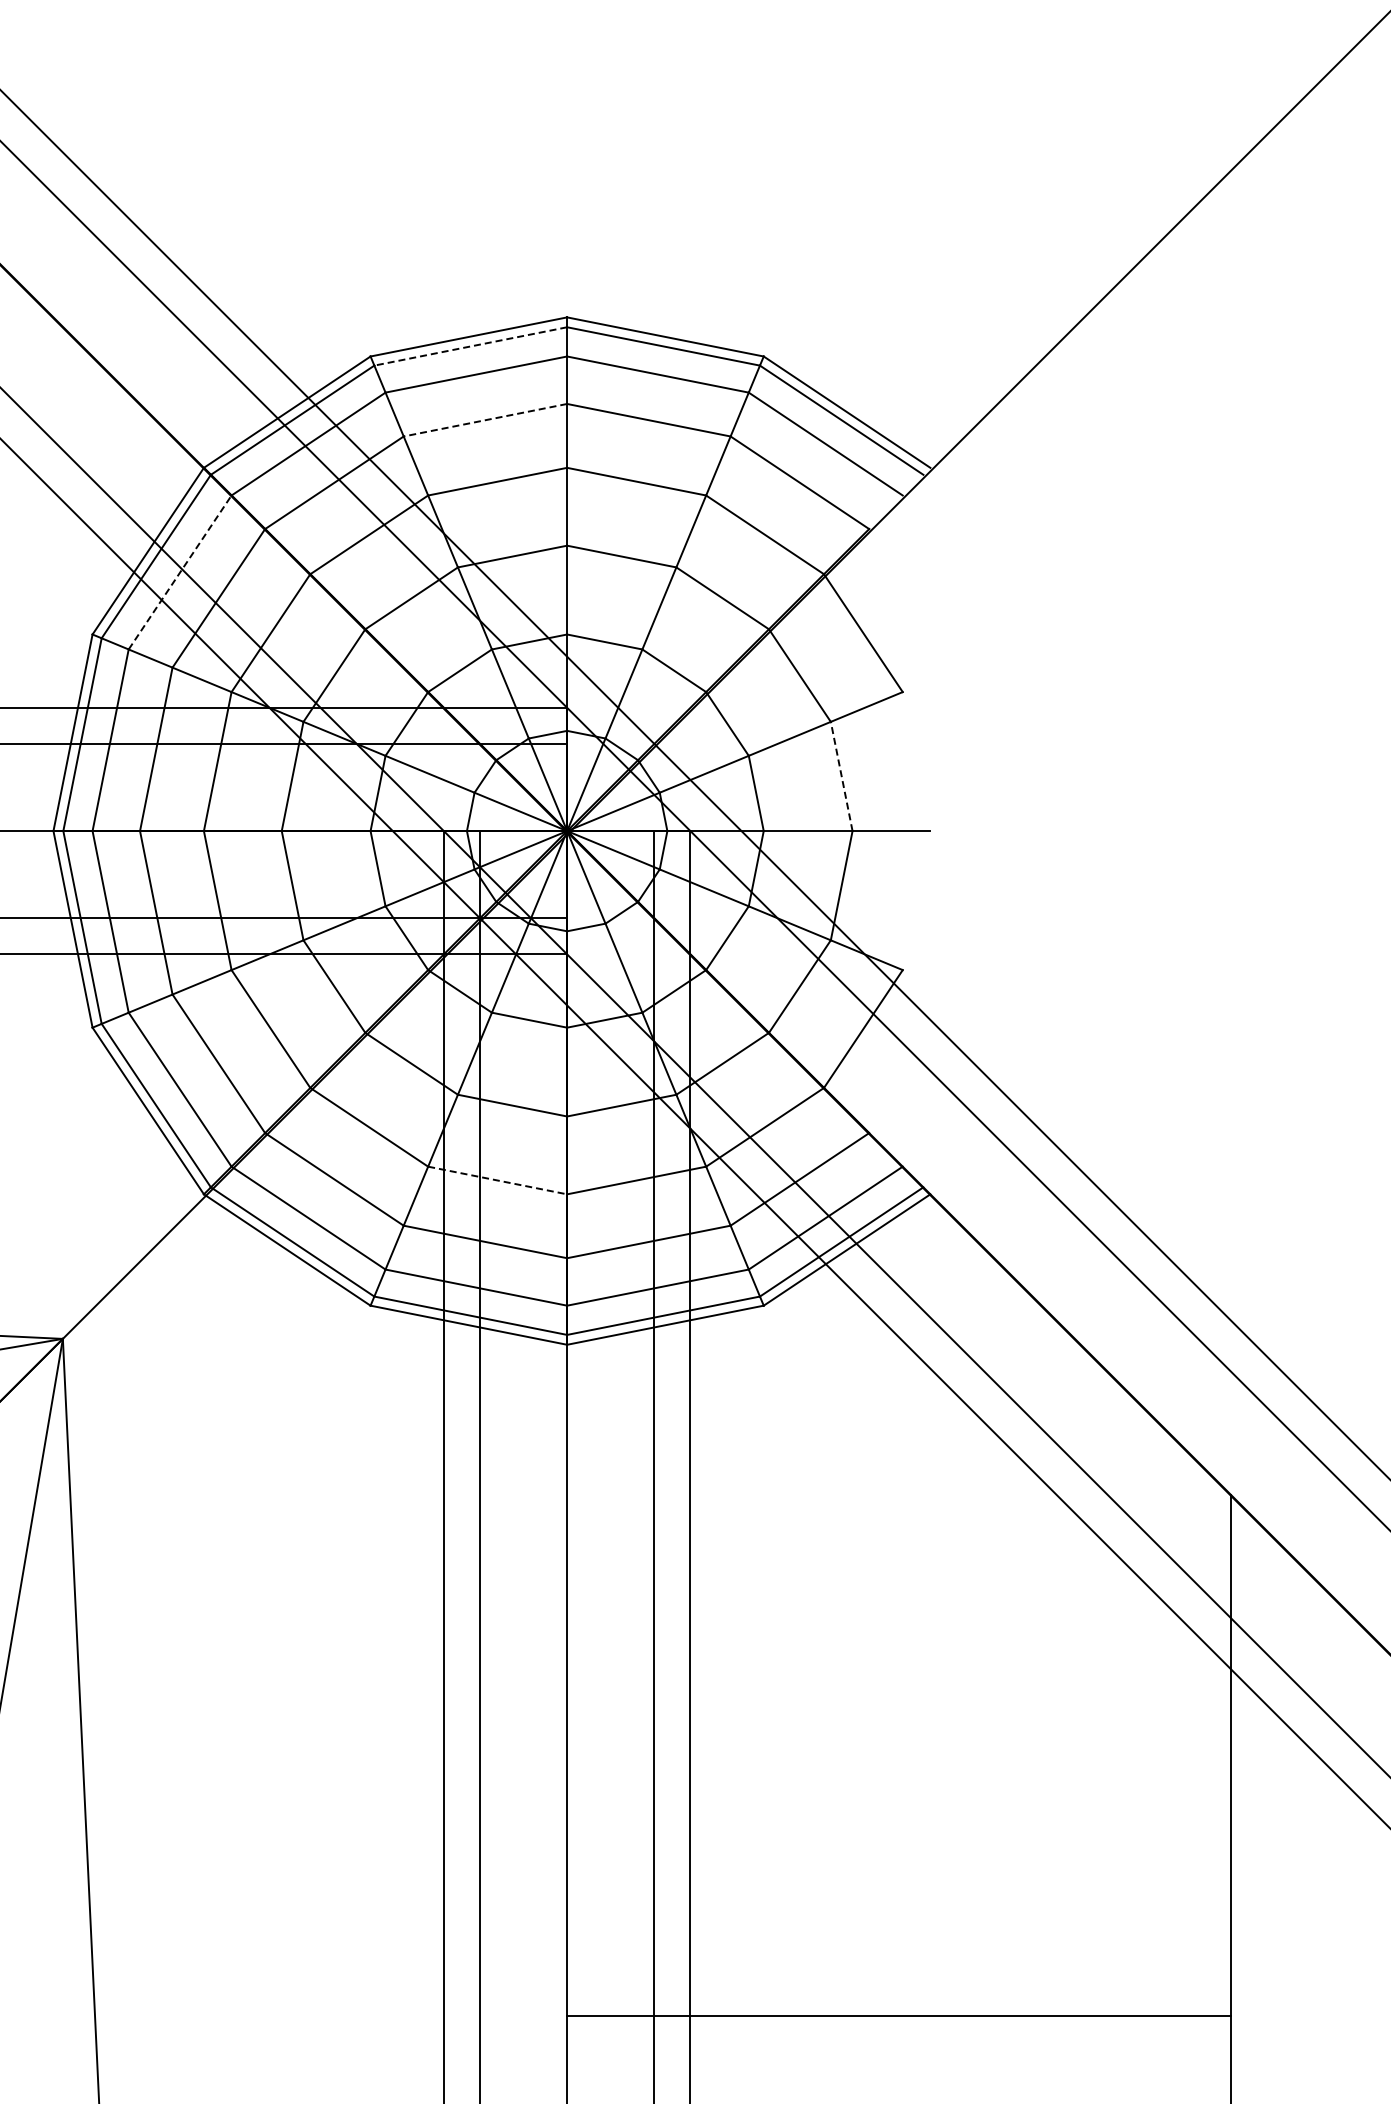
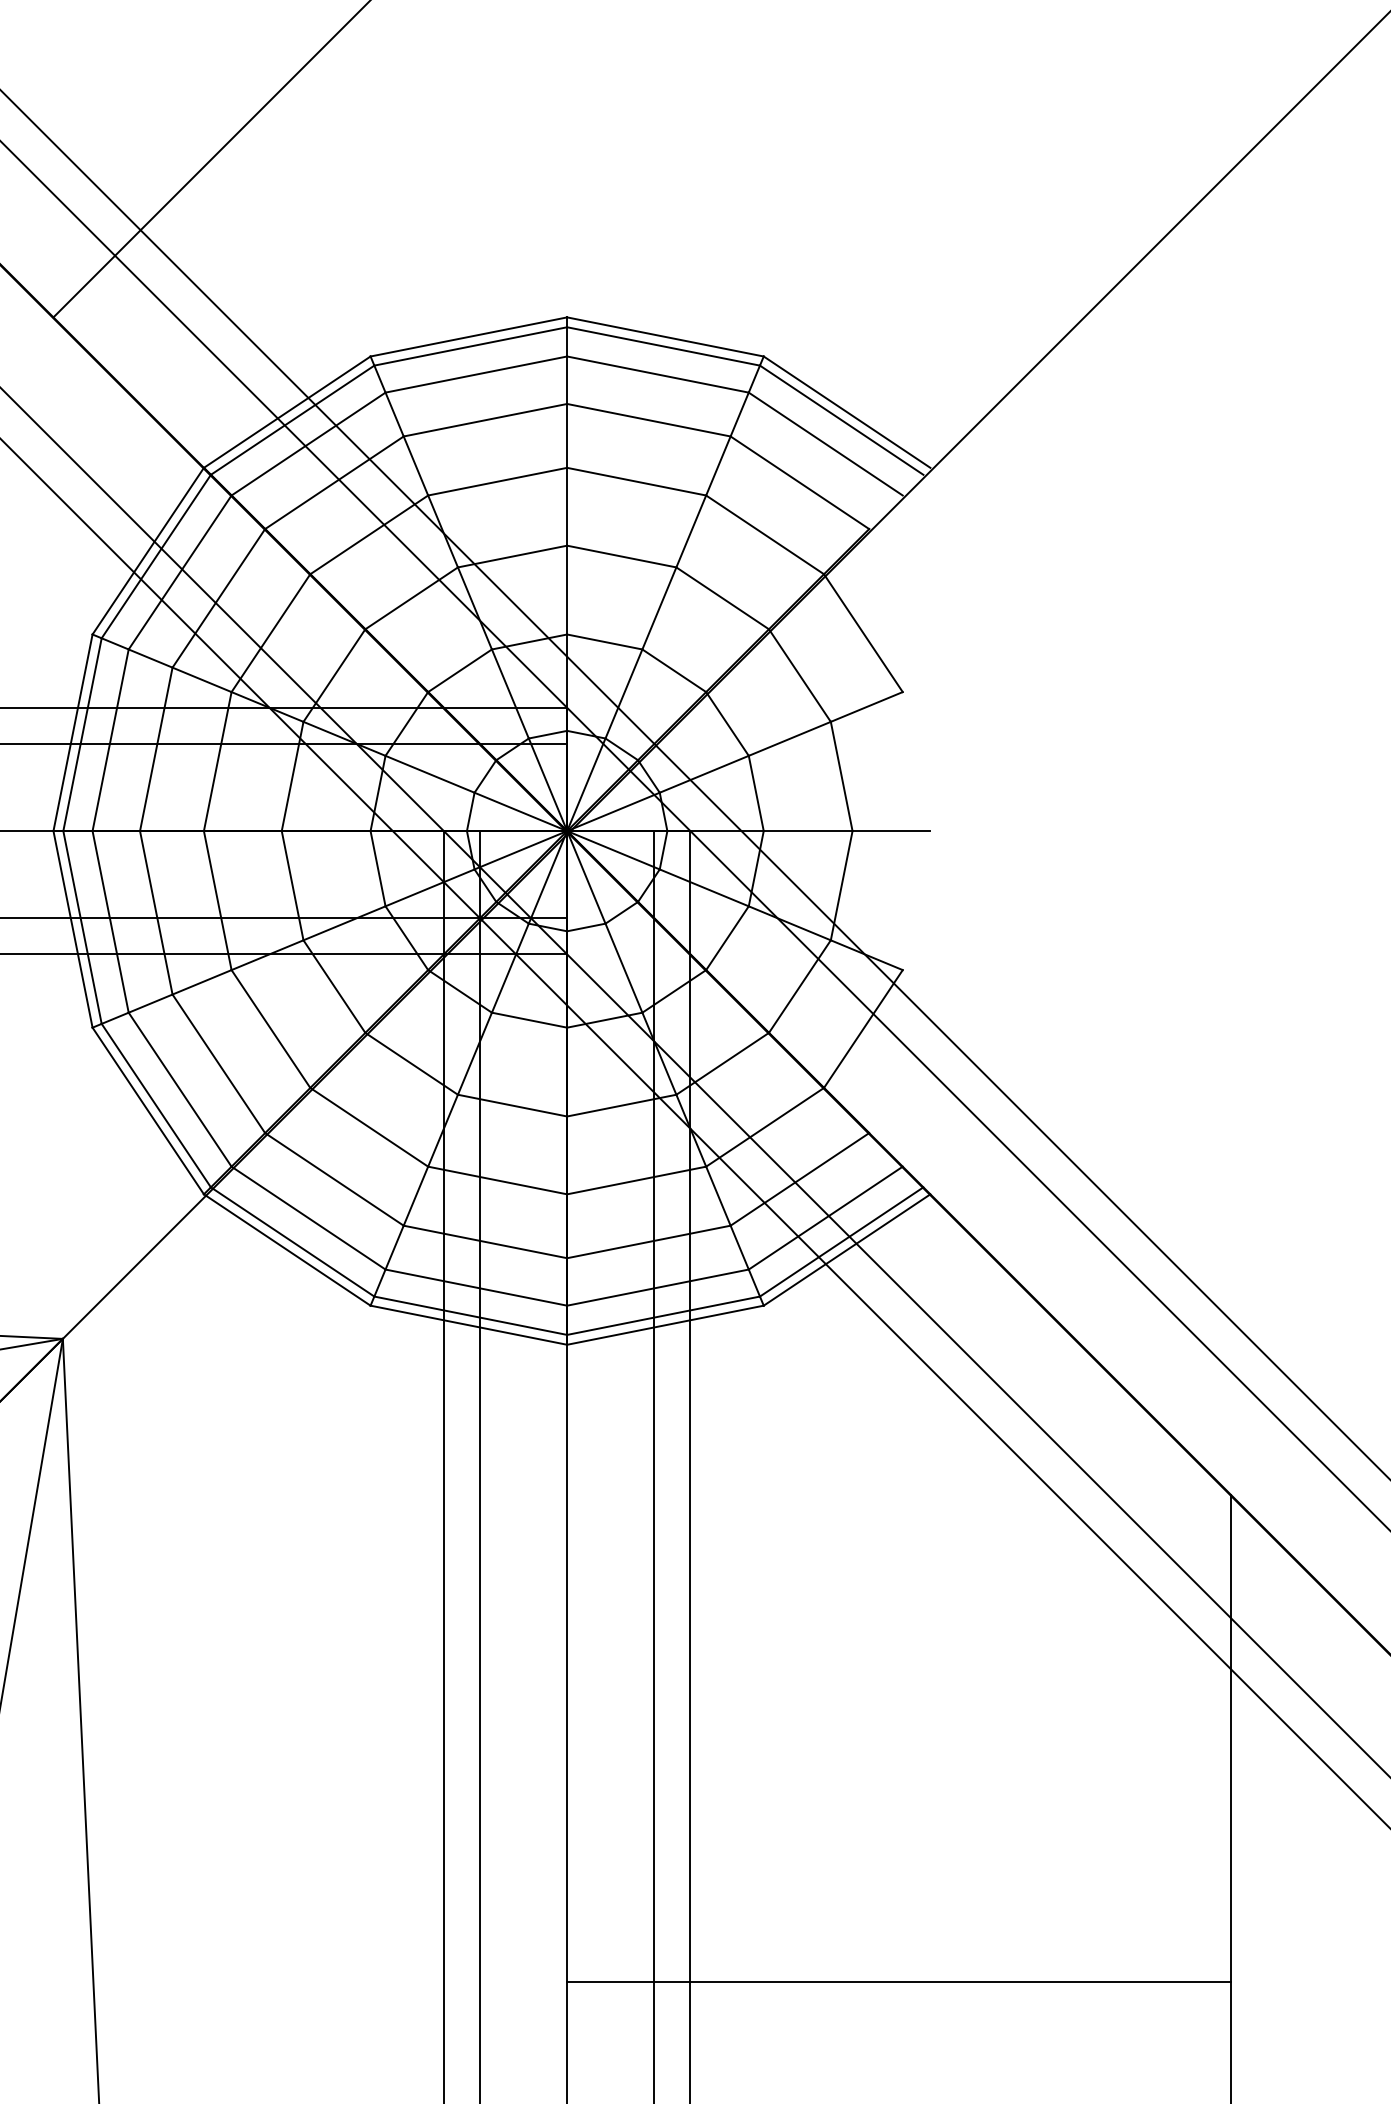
line at (210, 159): none -> present
line at (470, 346): dashed -> solid
line at (484, 420): dashed -> solid
line at (180, 572): dashed -> solid
line at (841, 776): dashed -> solid
line at (497, 1180): dashed -> solid
line at (898, 2015) position: (898, 2015) -> (898, 1981)
